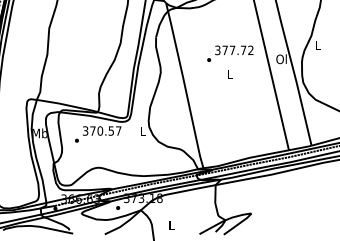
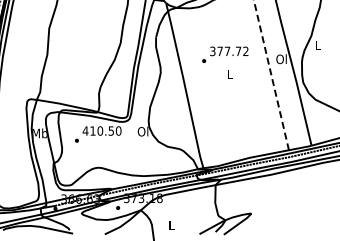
text at (230, 53) position: (230, 53) -> (225, 54)
line at (271, 75): solid -> dashed
text at (101, 130): 370.57 -> 410.50
text at (142, 131): L -> Ol
